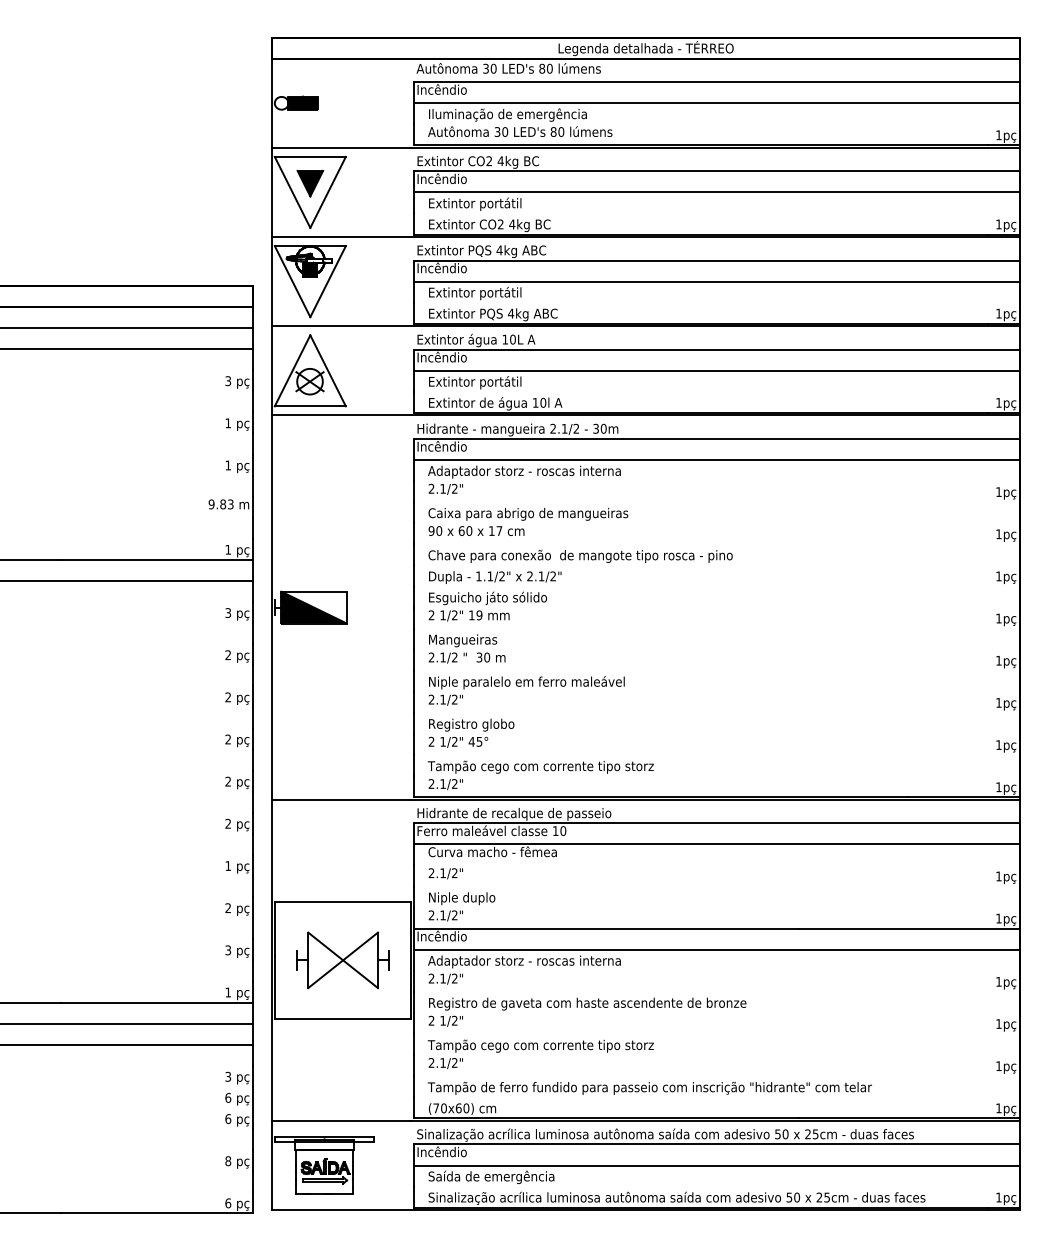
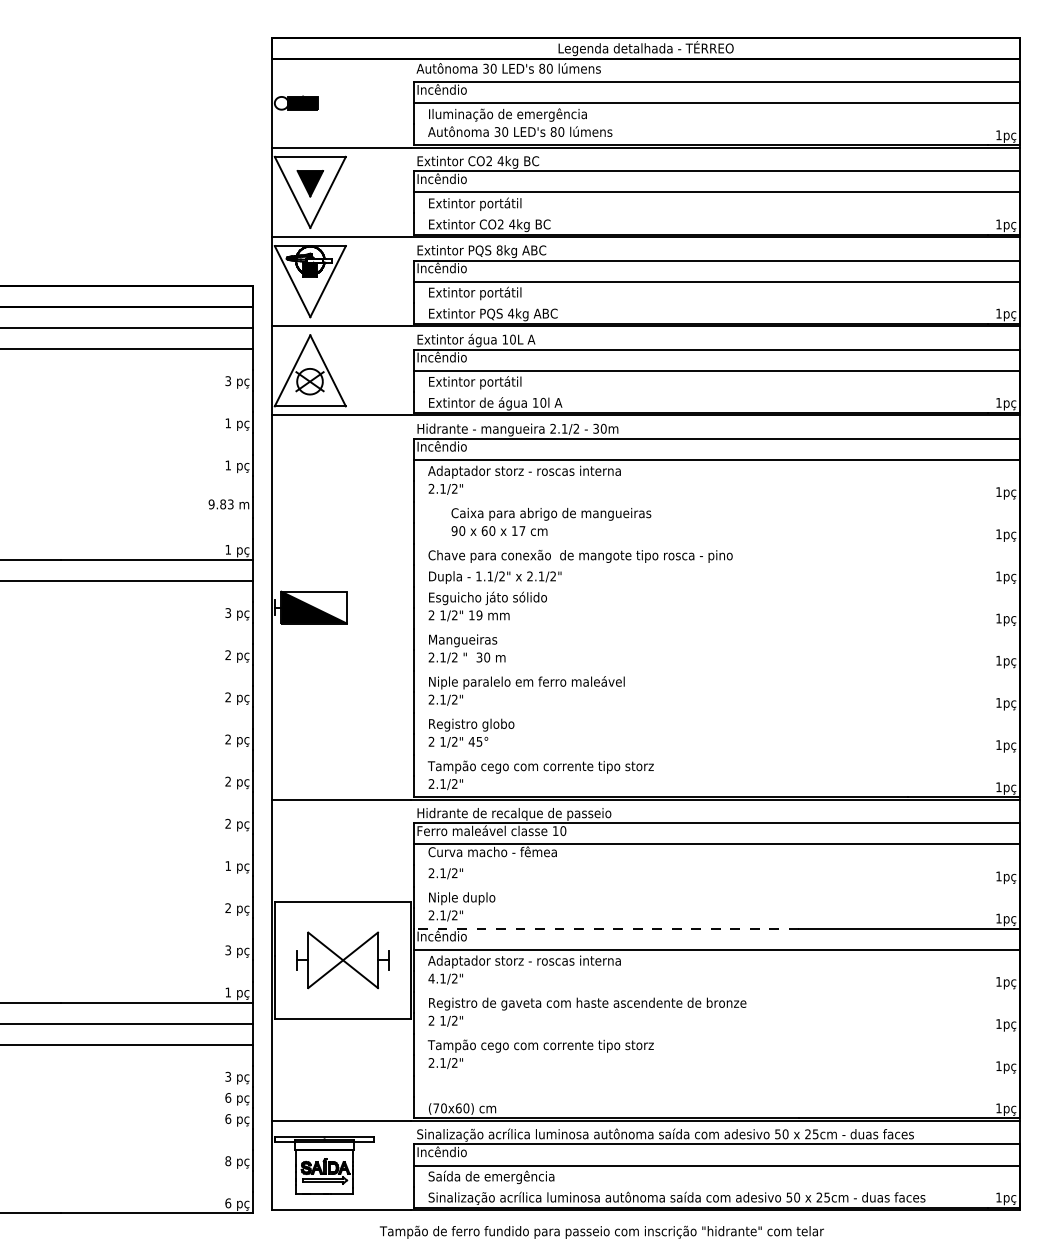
text at (499, 250): 4kg -> 8kg
text at (528, 521) position: (528, 521) -> (551, 521)
line at (605, 928): solid -> dashed
text at (431, 978): 2.1/2" -> 4.1/2"
text at (649, 1087) position: (649, 1087) -> (601, 1231)
